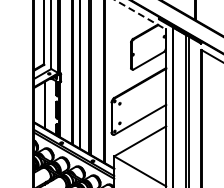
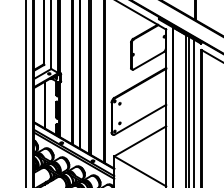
line at (141, 15): dashed -> solid
line at (25, 93): none -> present
line at (193, 111): none -> present
